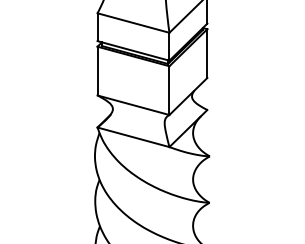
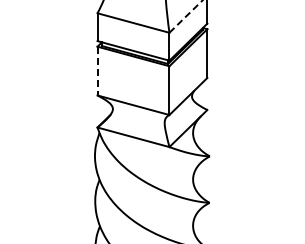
line at (185, 16): solid -> dashed
line at (97, 71): solid -> dashed
